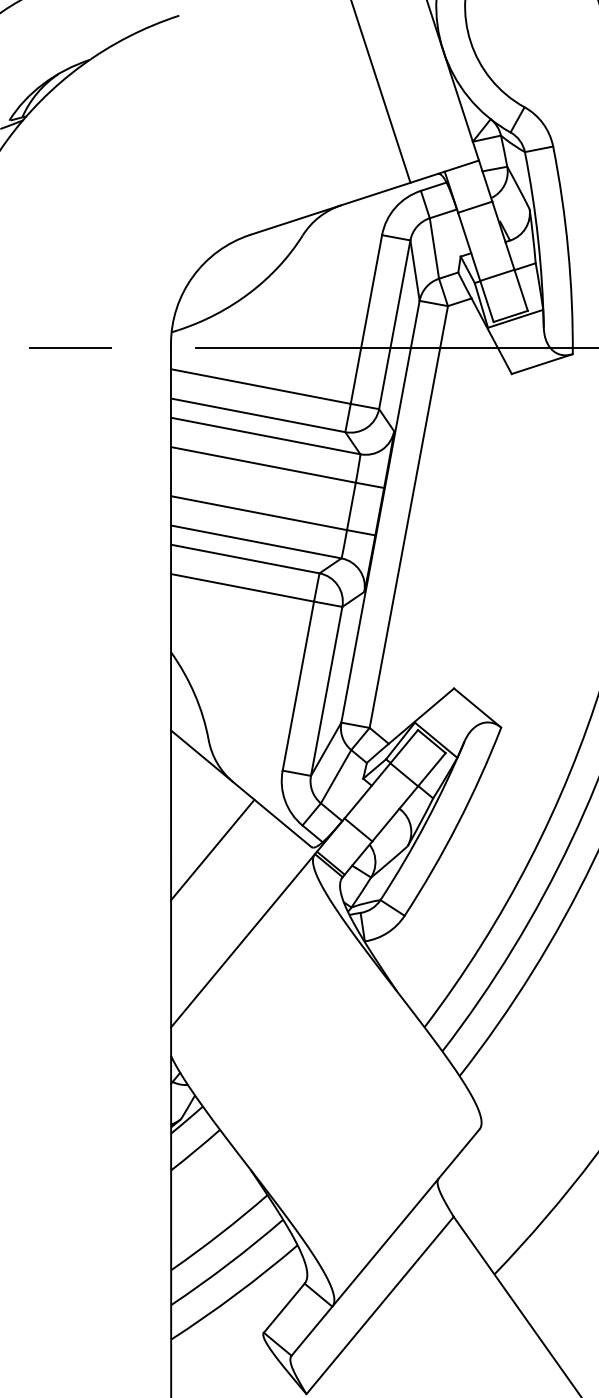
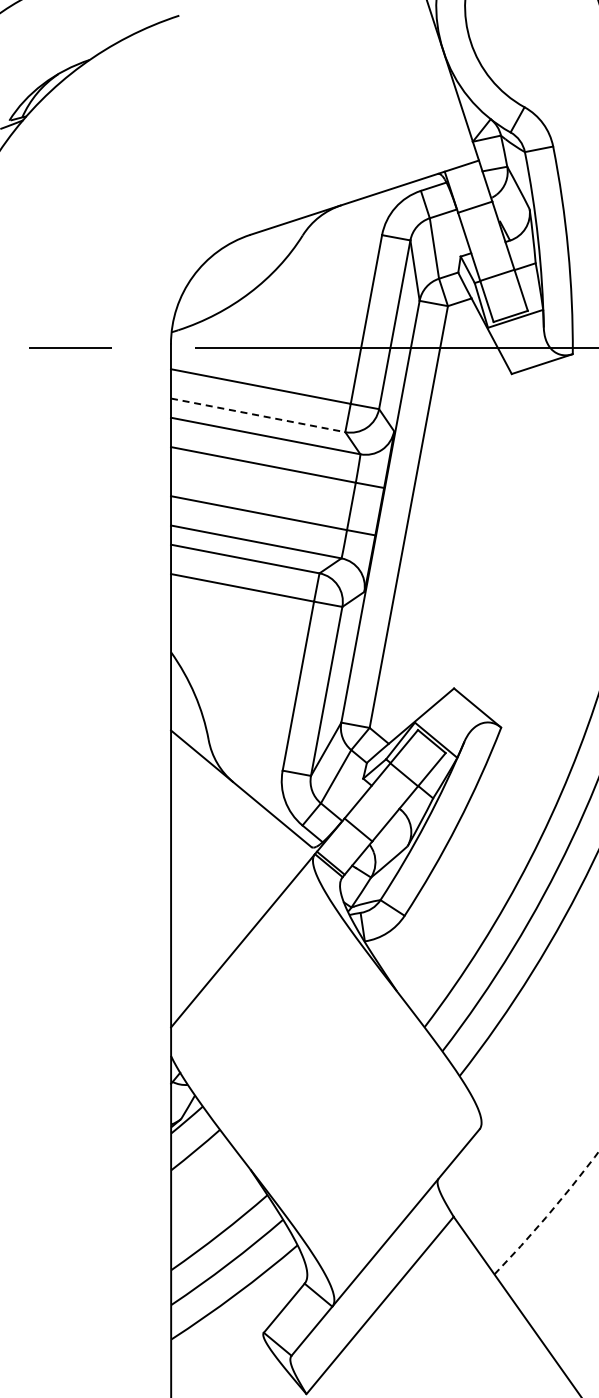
line at (380, 92): present -> none
line at (258, 415): solid -> dashed
line at (212, 849): present -> none
arc at (548, 1214): solid -> dashed
